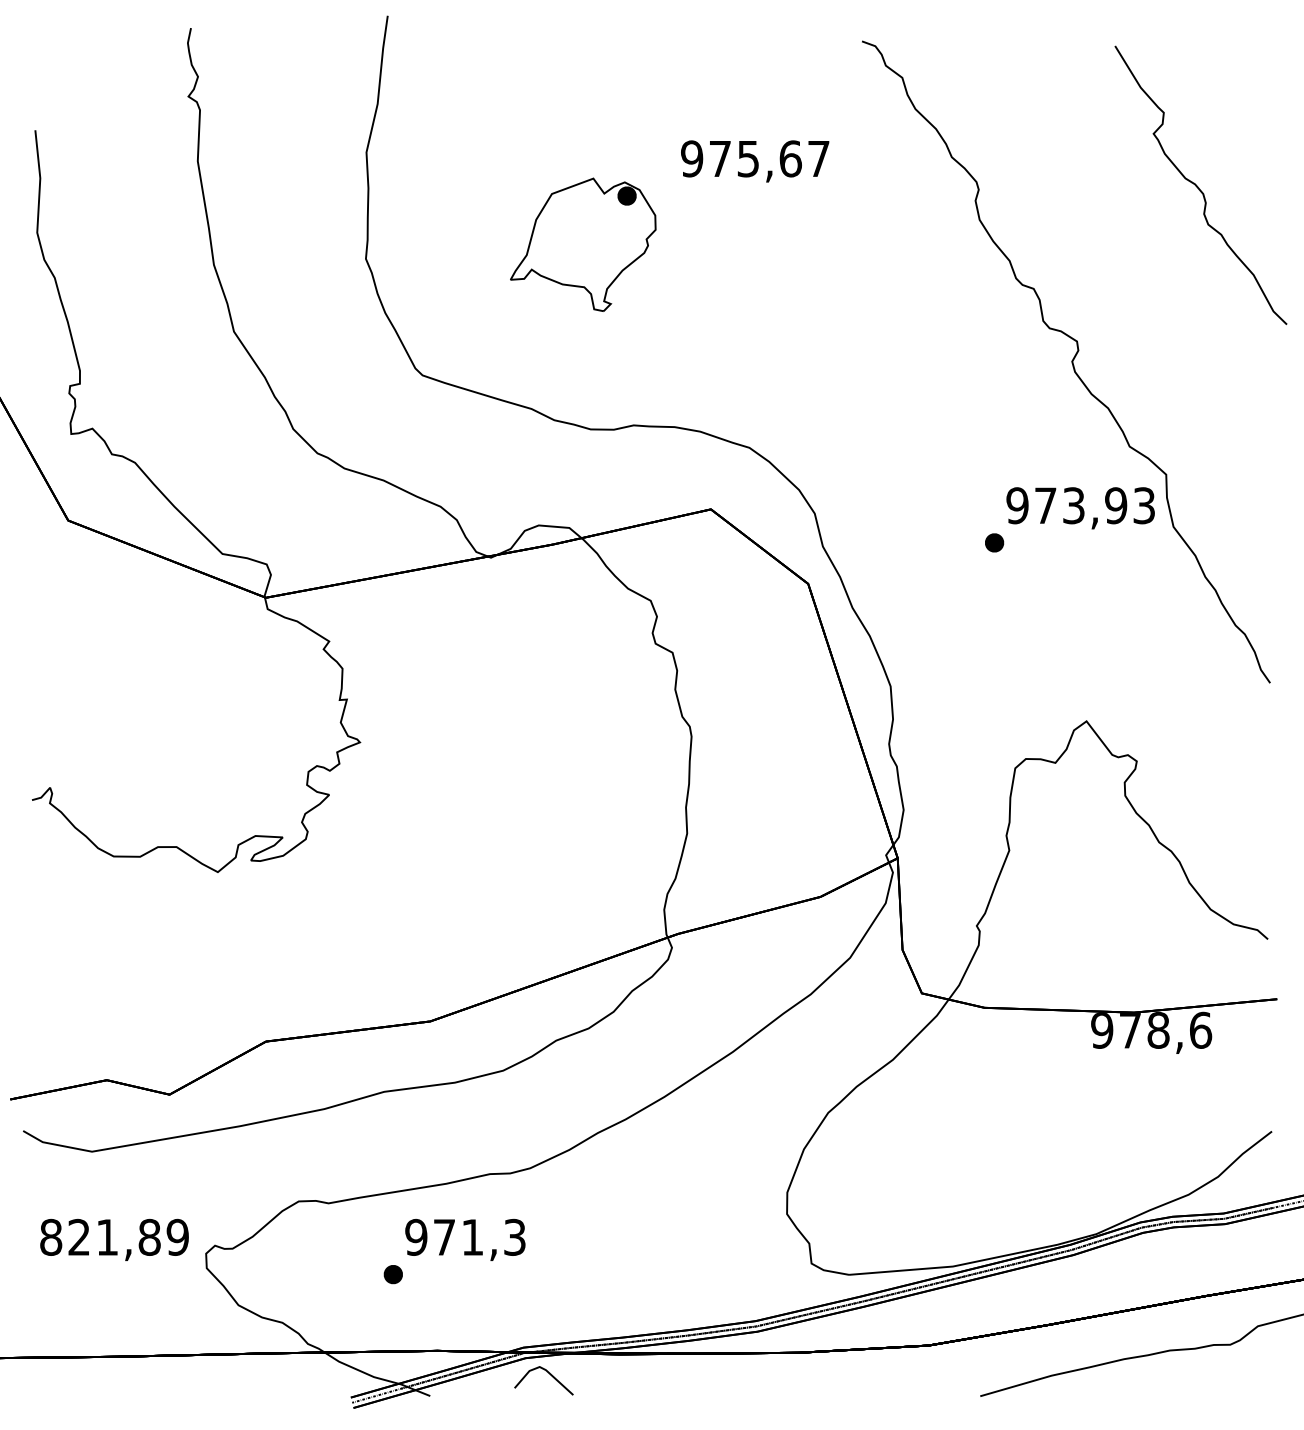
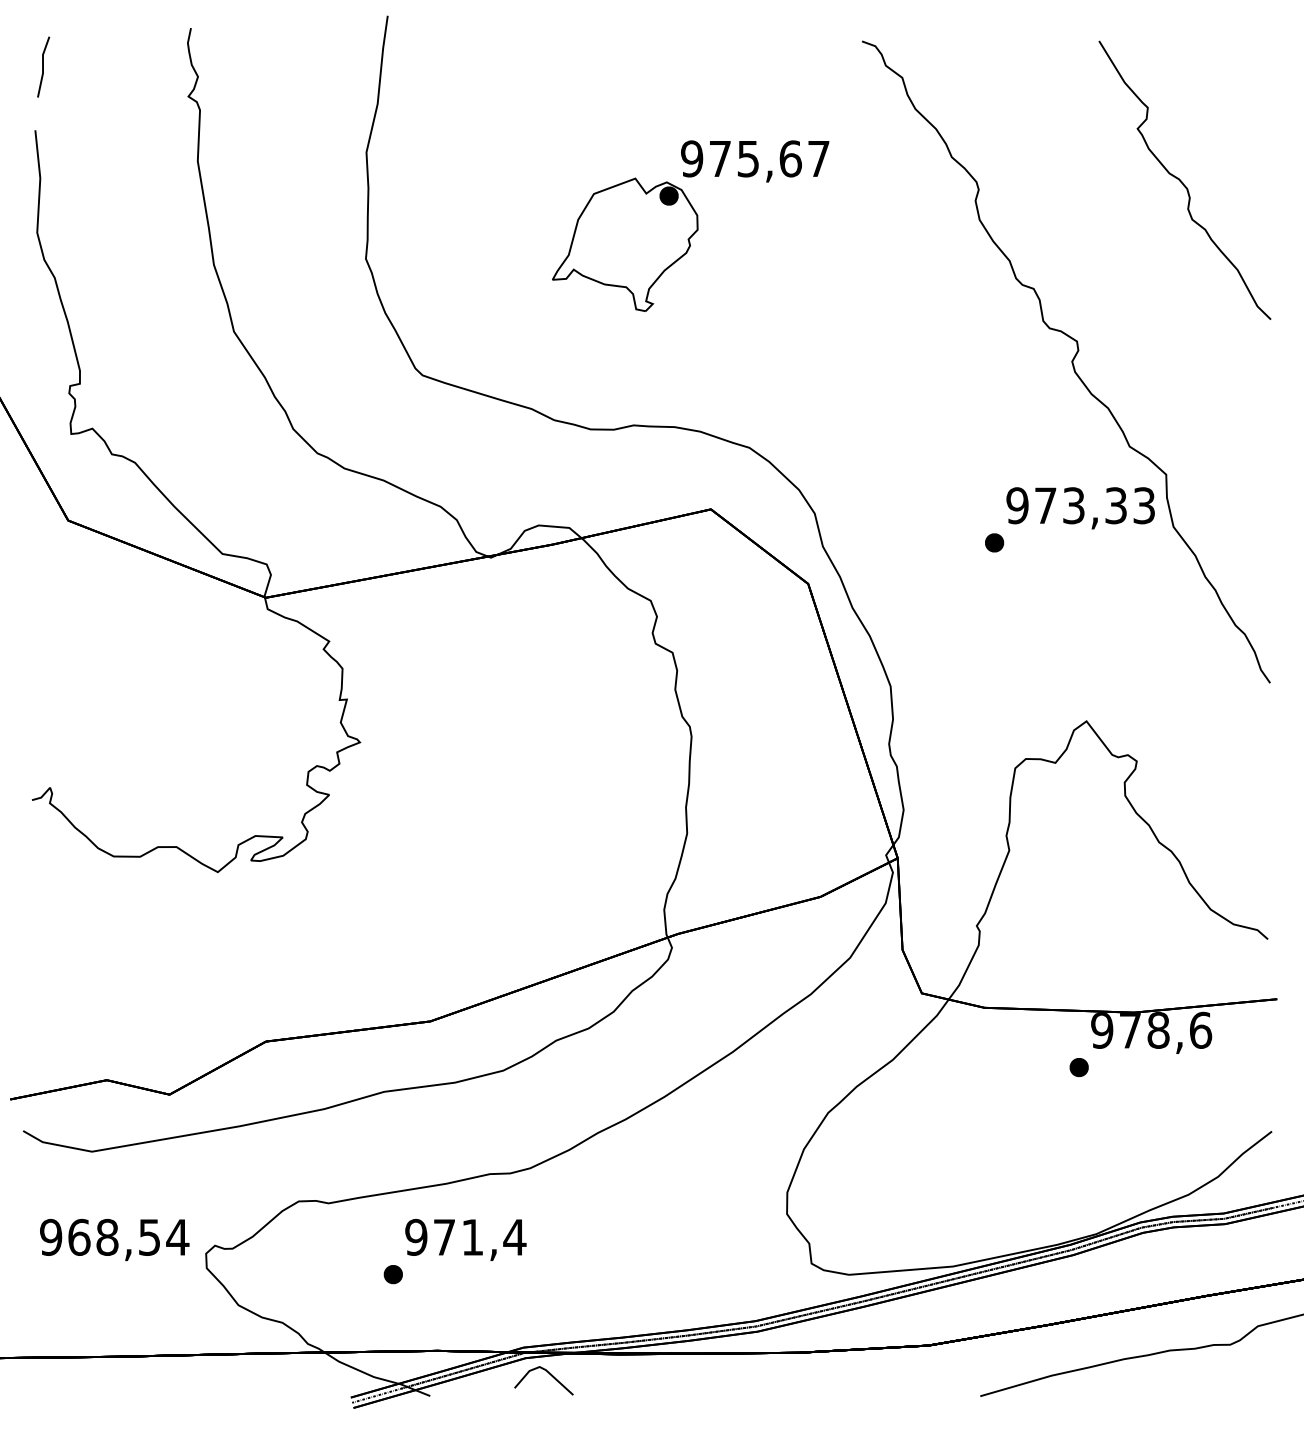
line at (43, 66): none -> present
curve at (1198, 186) position: (1198, 186) -> (1182, 181)
part at (583, 244) position: (583, 244) -> (625, 244)
text at (1116, 505): 973,93 -> 973,33
part at (1078, 1067): none -> present
text at (114, 1236): 821,89 -> 968,54
text at (514, 1236): 971,3 -> 971,4
